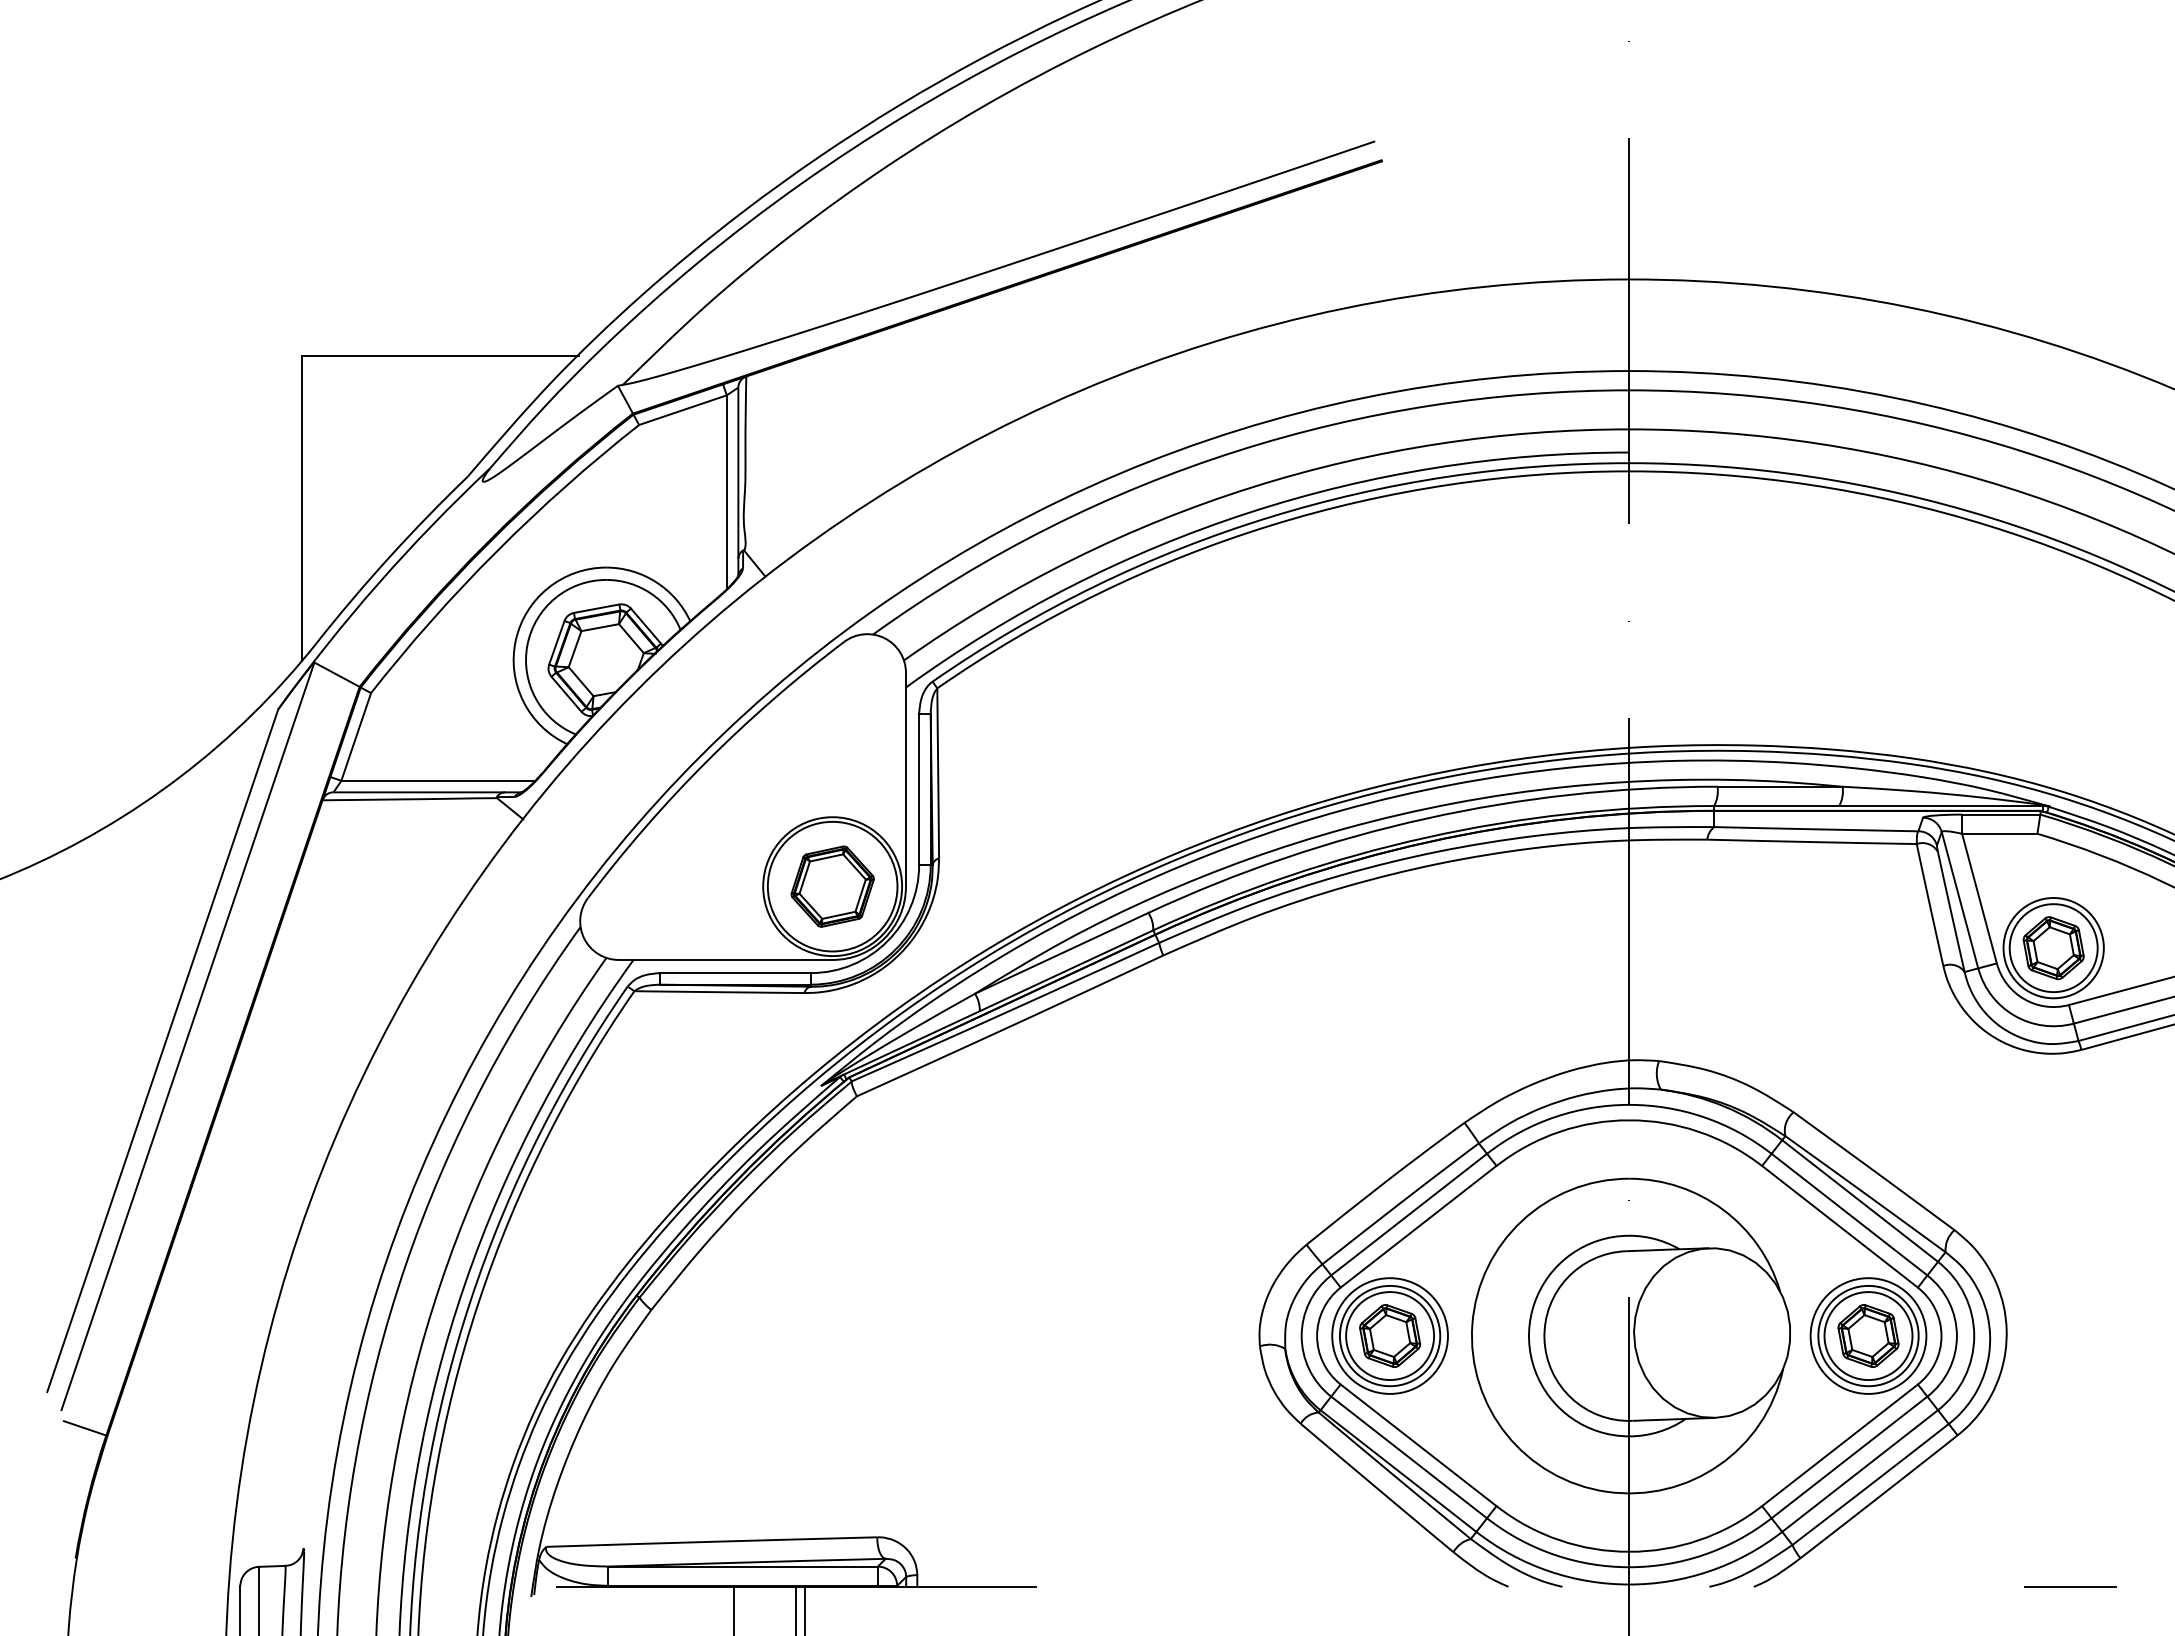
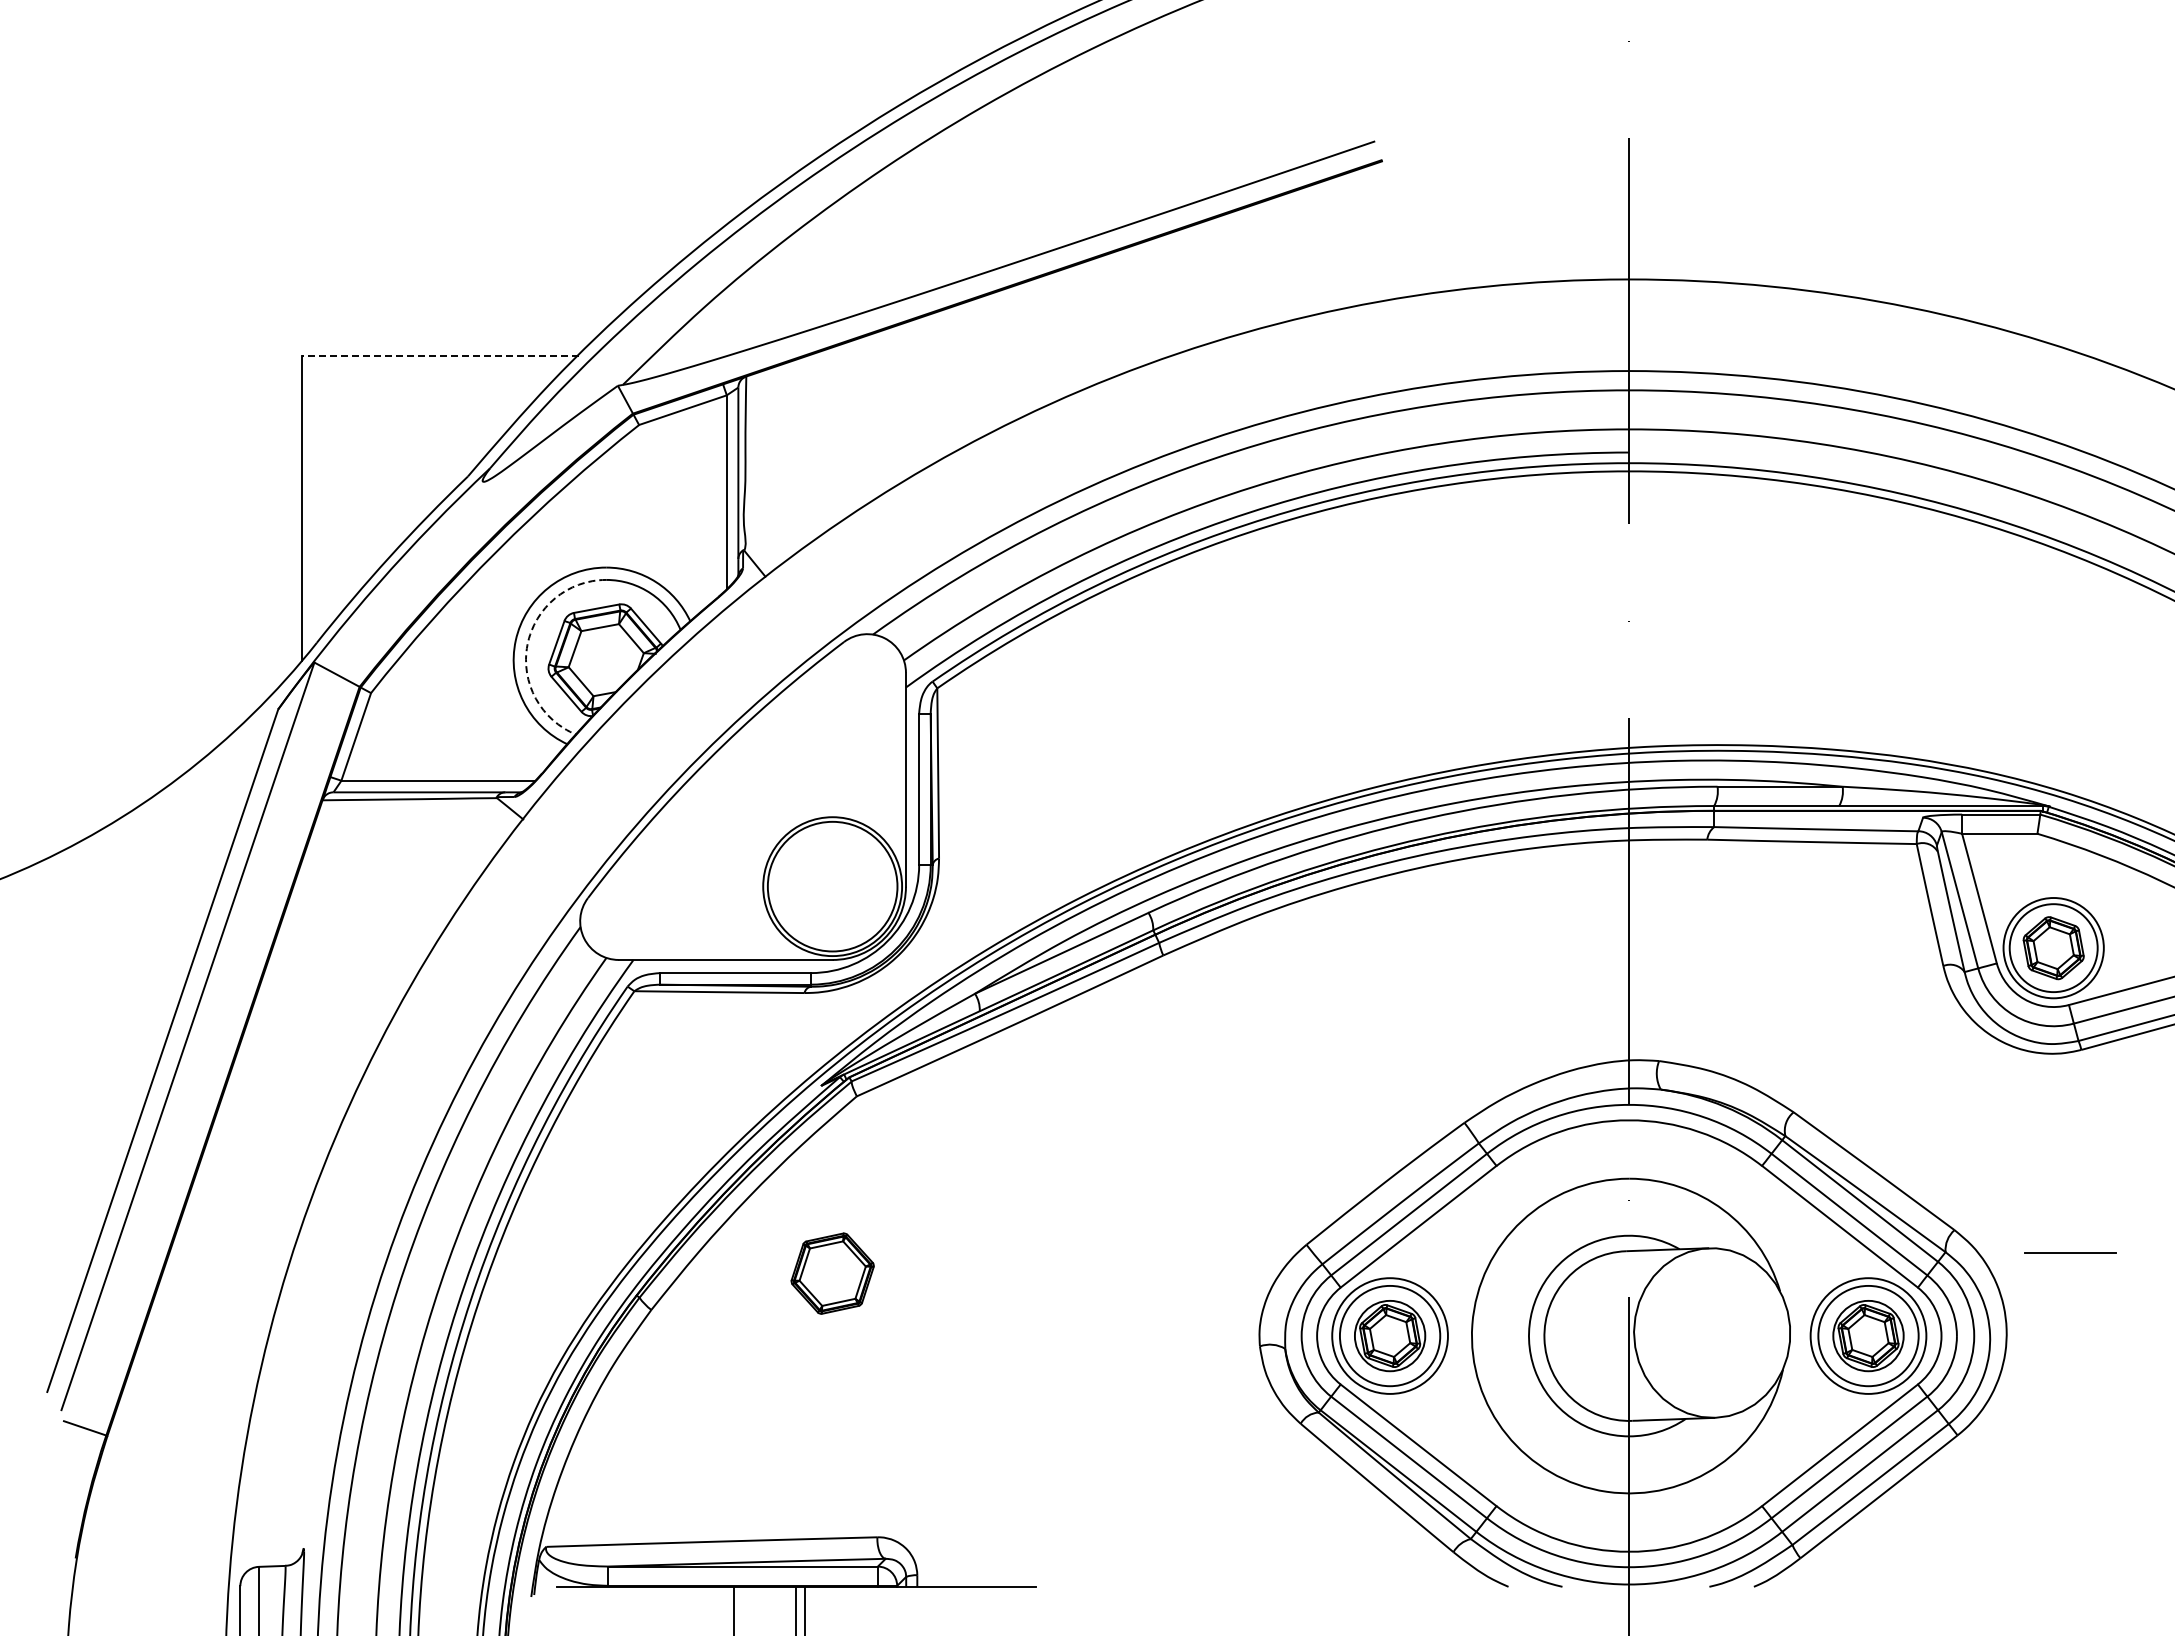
line at (439, 356): solid -> dashed
arc at (527, 645): solid -> dashed
part at (832, 886) position: (832, 886) -> (832, 1273)
circle at (1390, 1336) diameter: 88 px -> 70 px
circle at (1868, 1336) diameter: 88 px -> 70 px
line at (2070, 1586) position: (2070, 1586) -> (2070, 1252)
